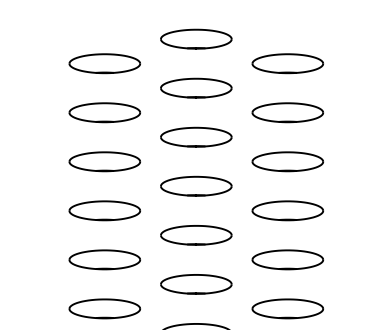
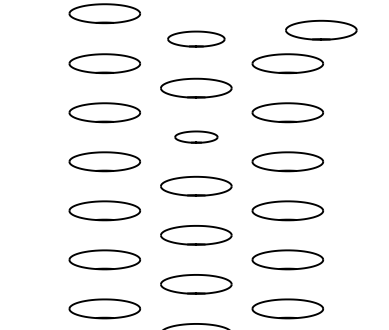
part at (104, 13): none -> present
part at (321, 29): none -> present
part at (196, 38) size: 73x22 px -> 59x18 px
part at (196, 136) size: 73x22 px -> 45x14 px
